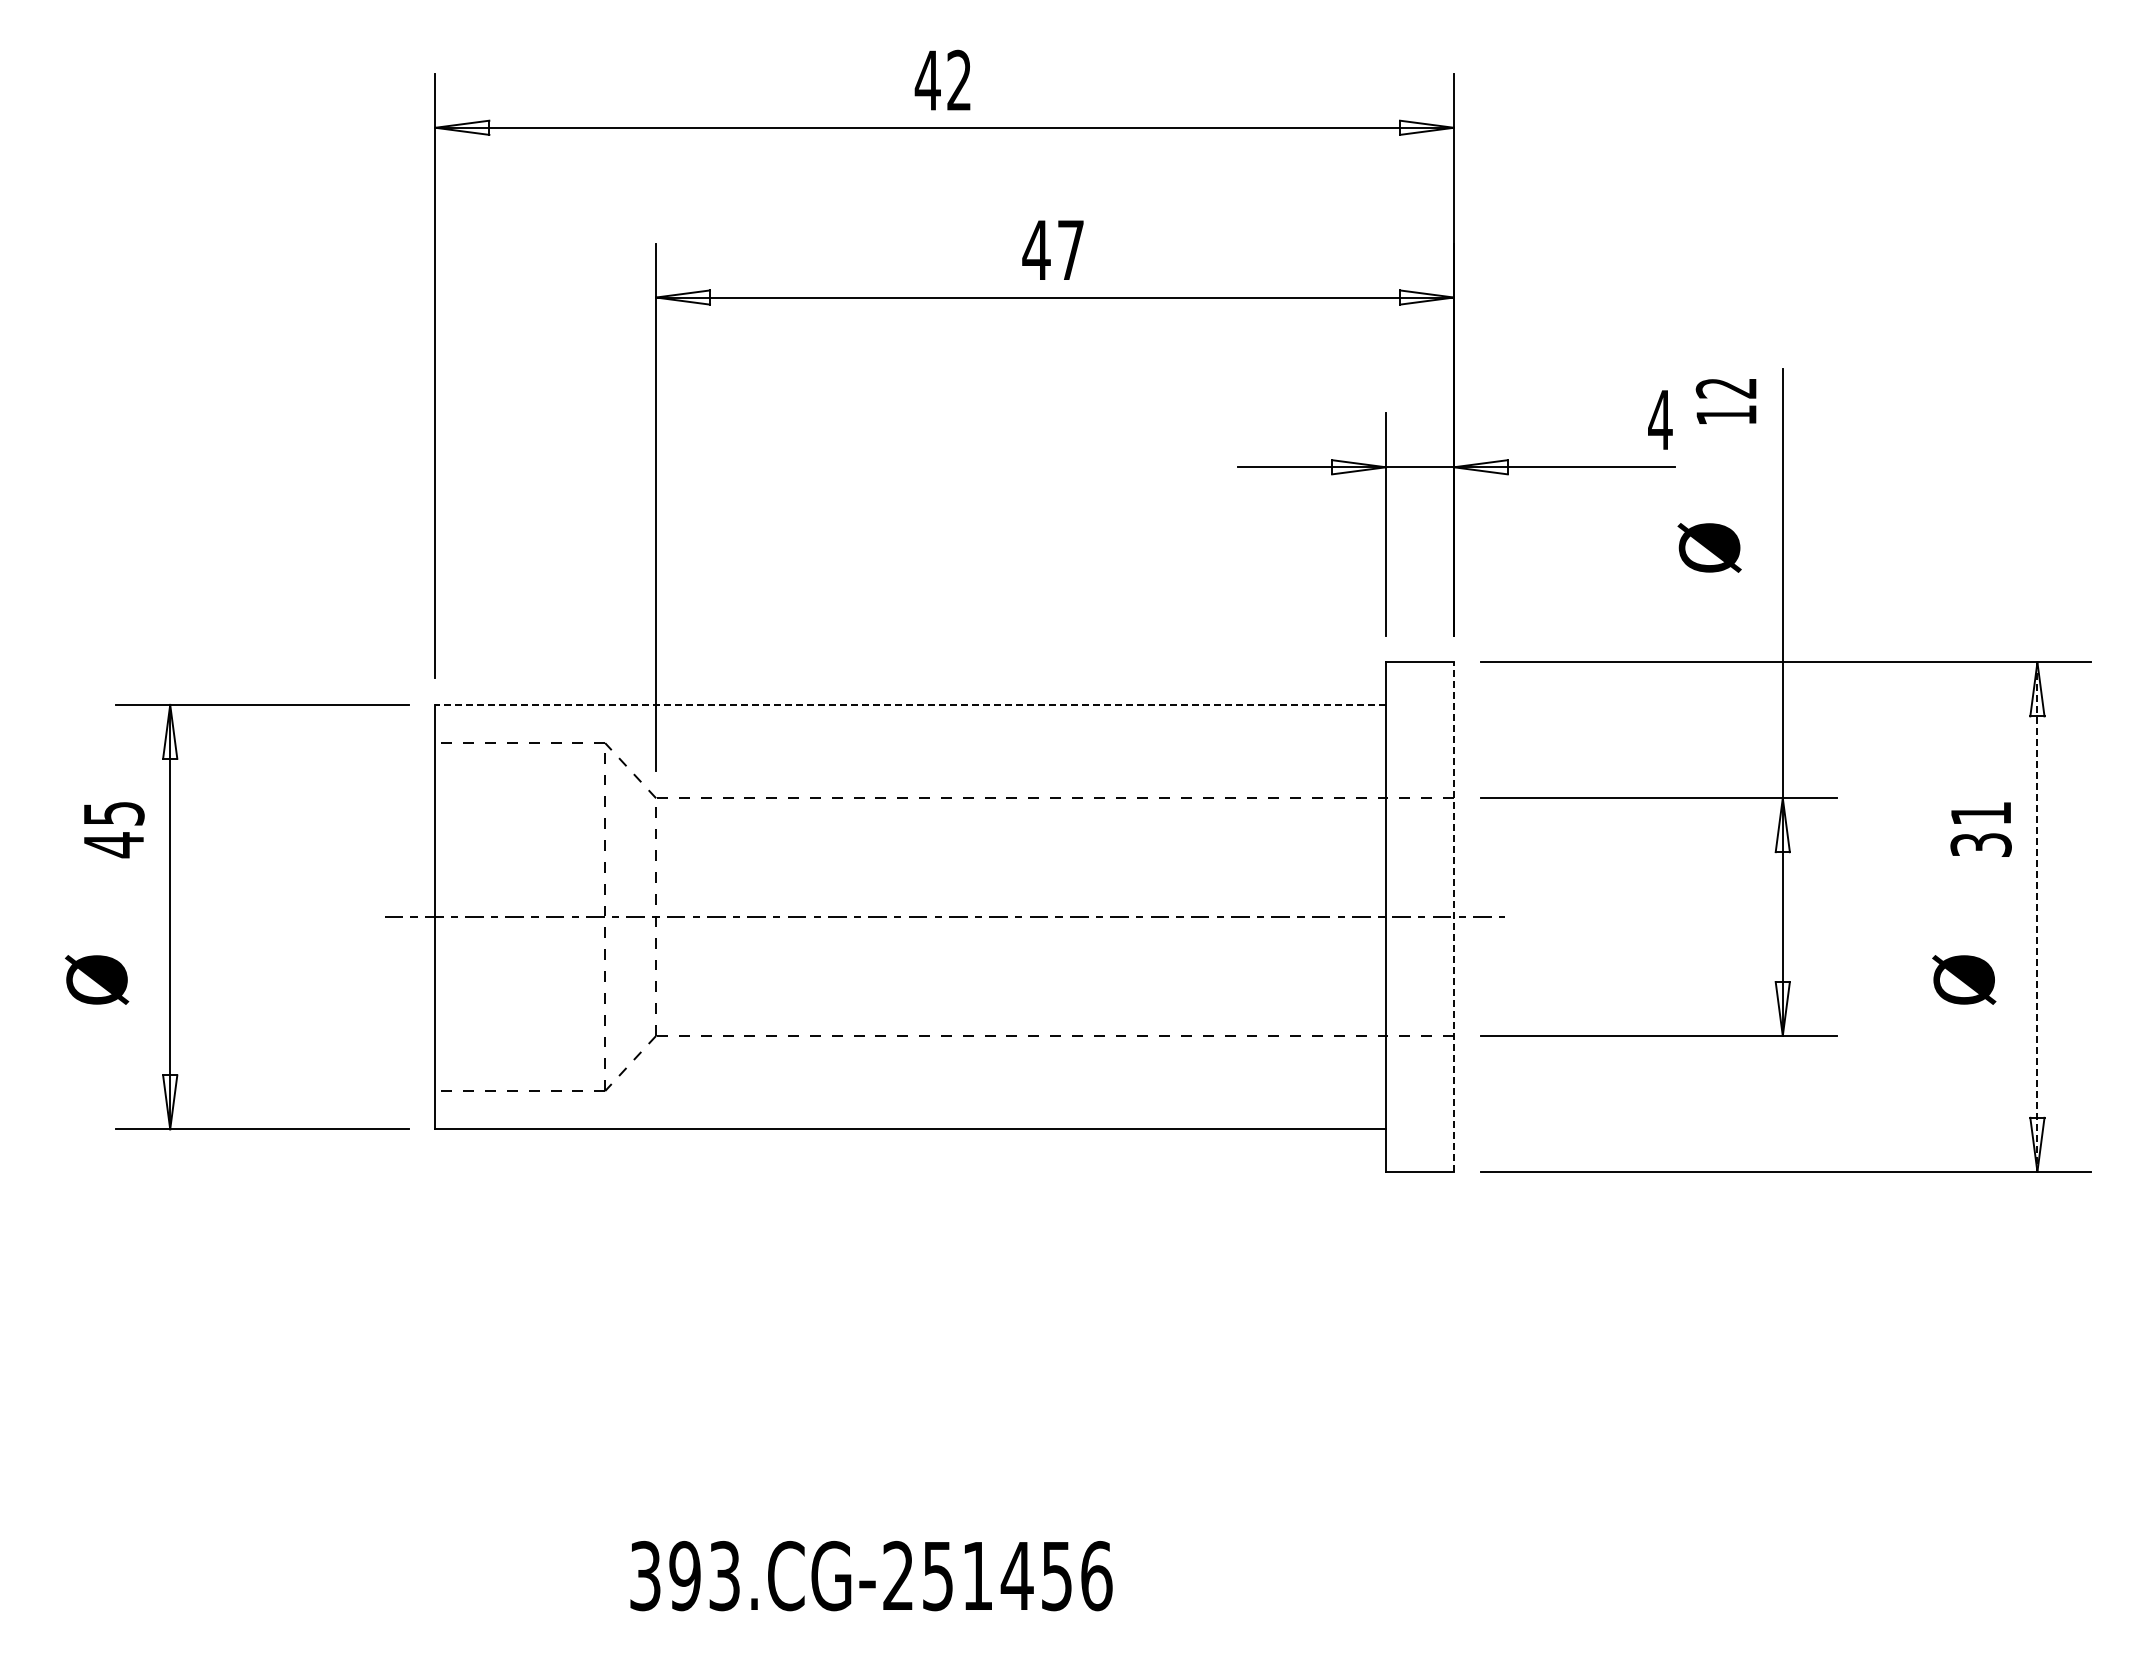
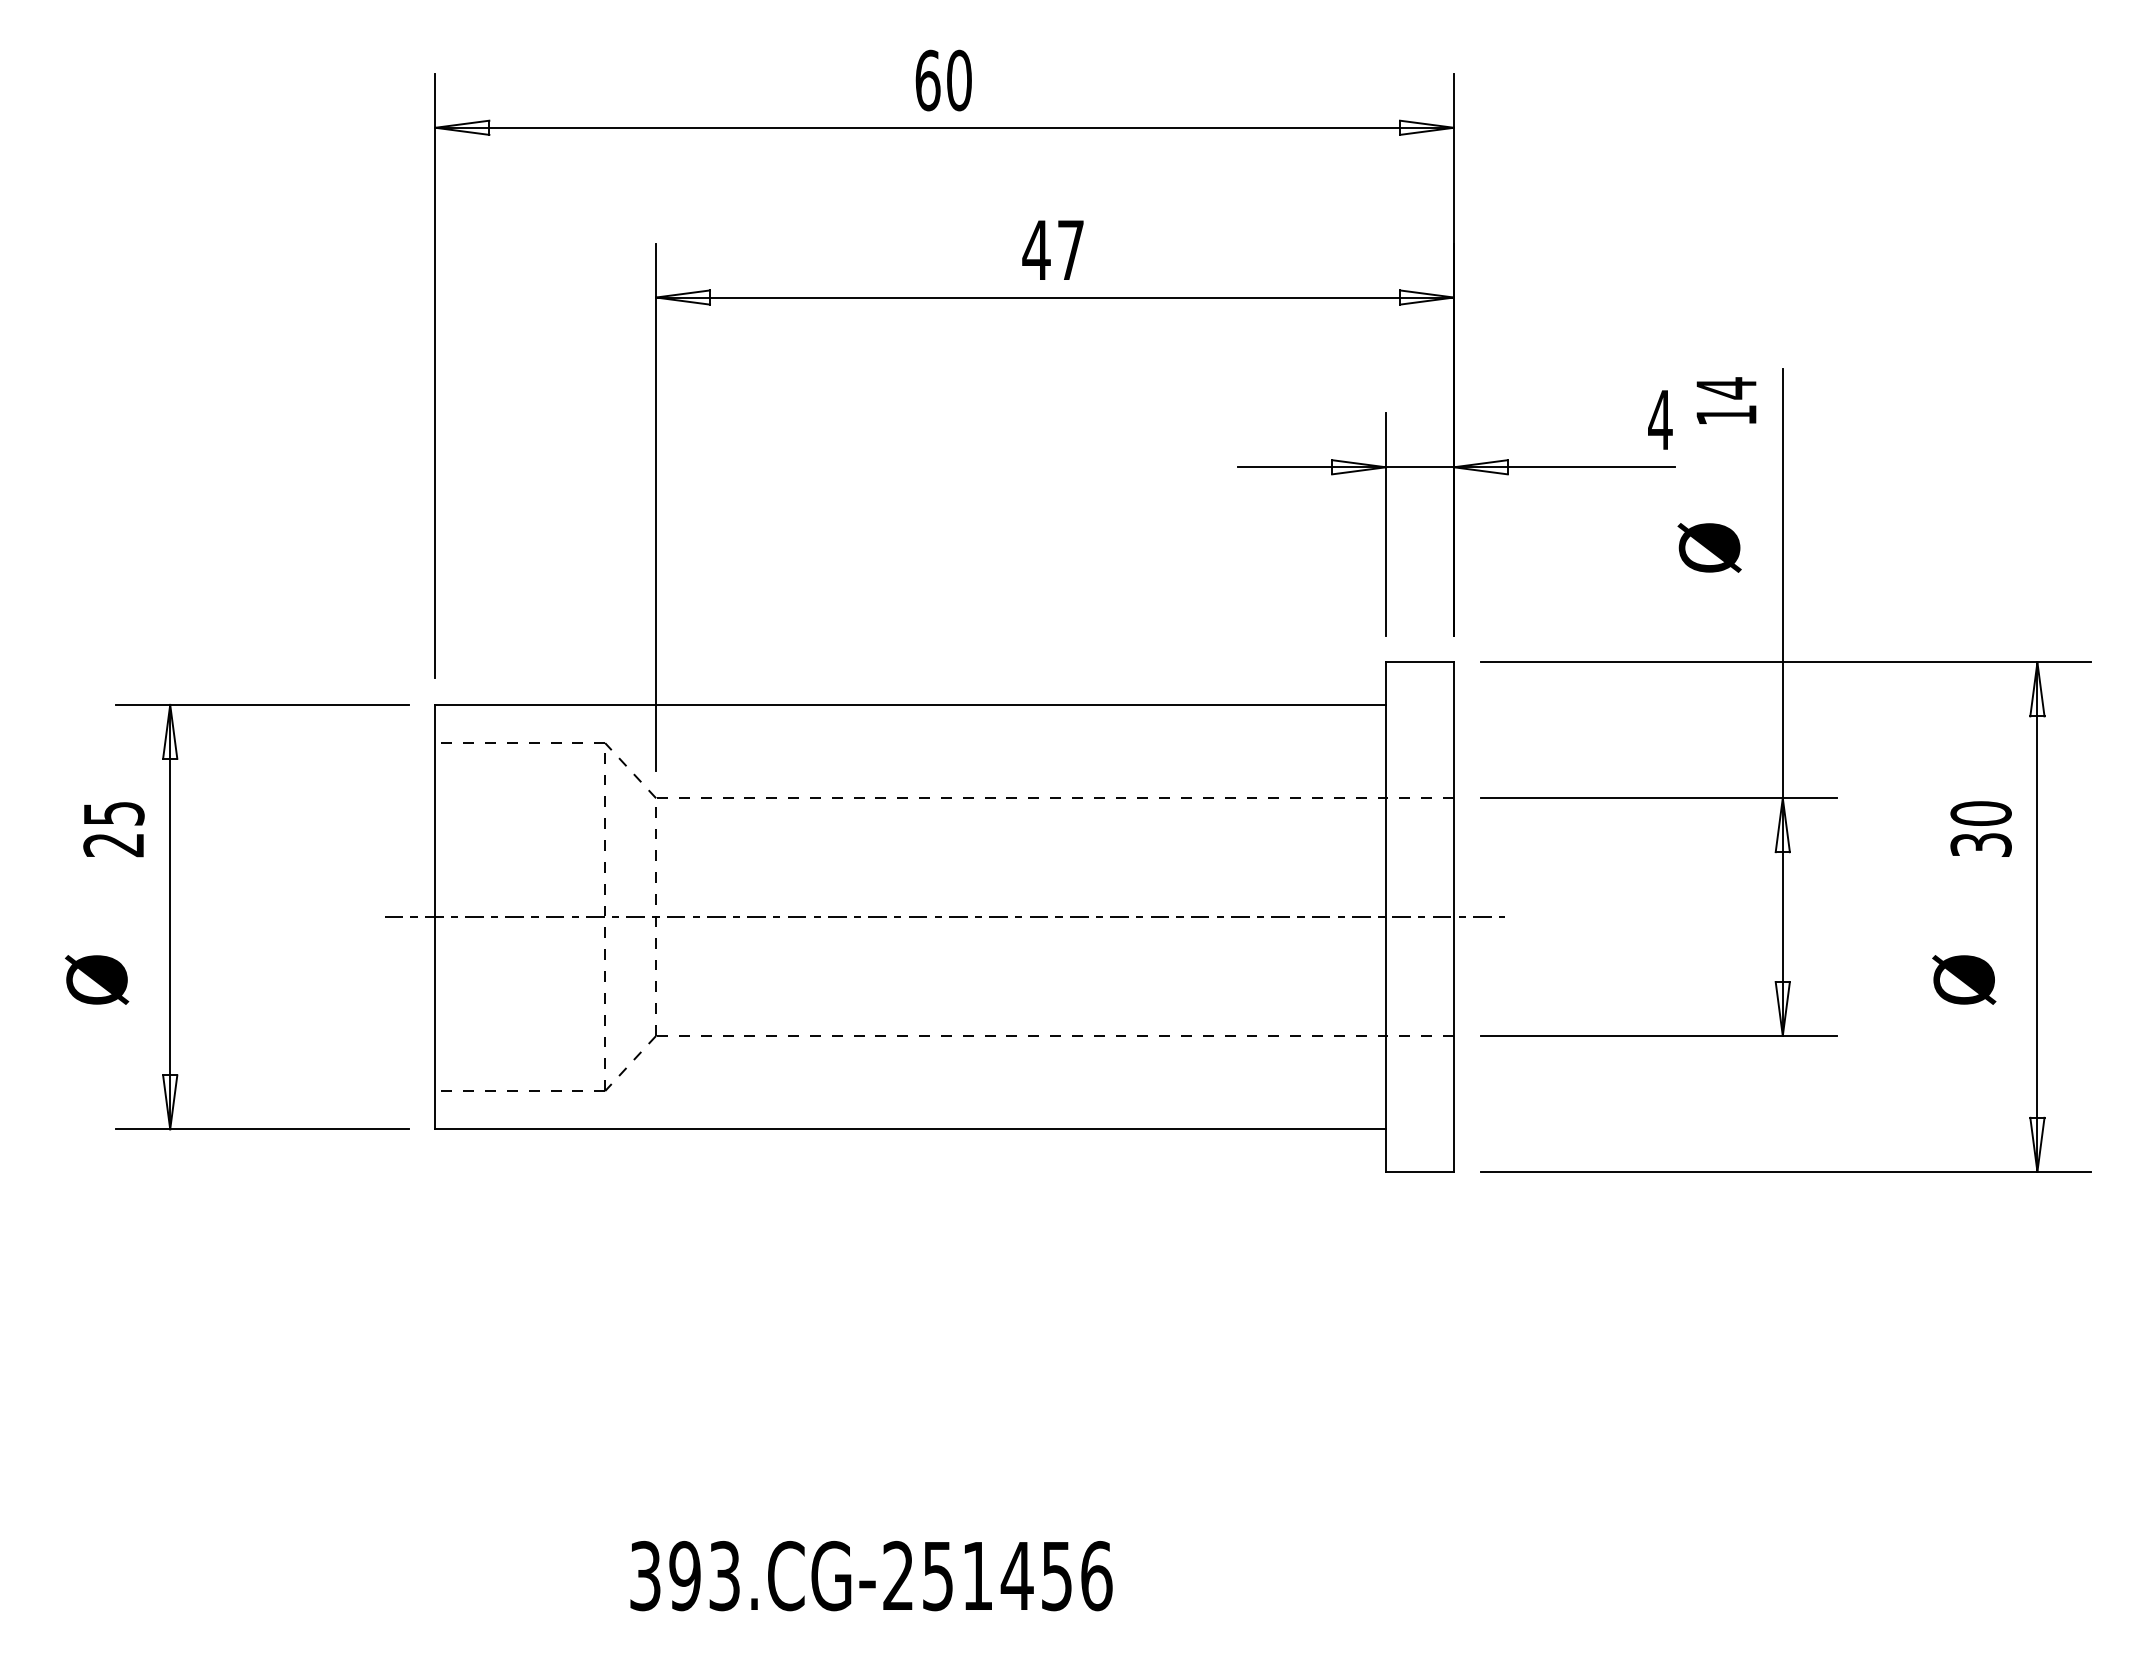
text at (942, 80): 42 -> 60
text at (1725, 388): 12 -> 14
line at (910, 704): dashed -> solid
text at (1980, 813): 31 -> 30
text at (113, 845): 45 -> 25
line at (1453, 917): dashed -> solid
line at (2037, 917): dashed -> solid
